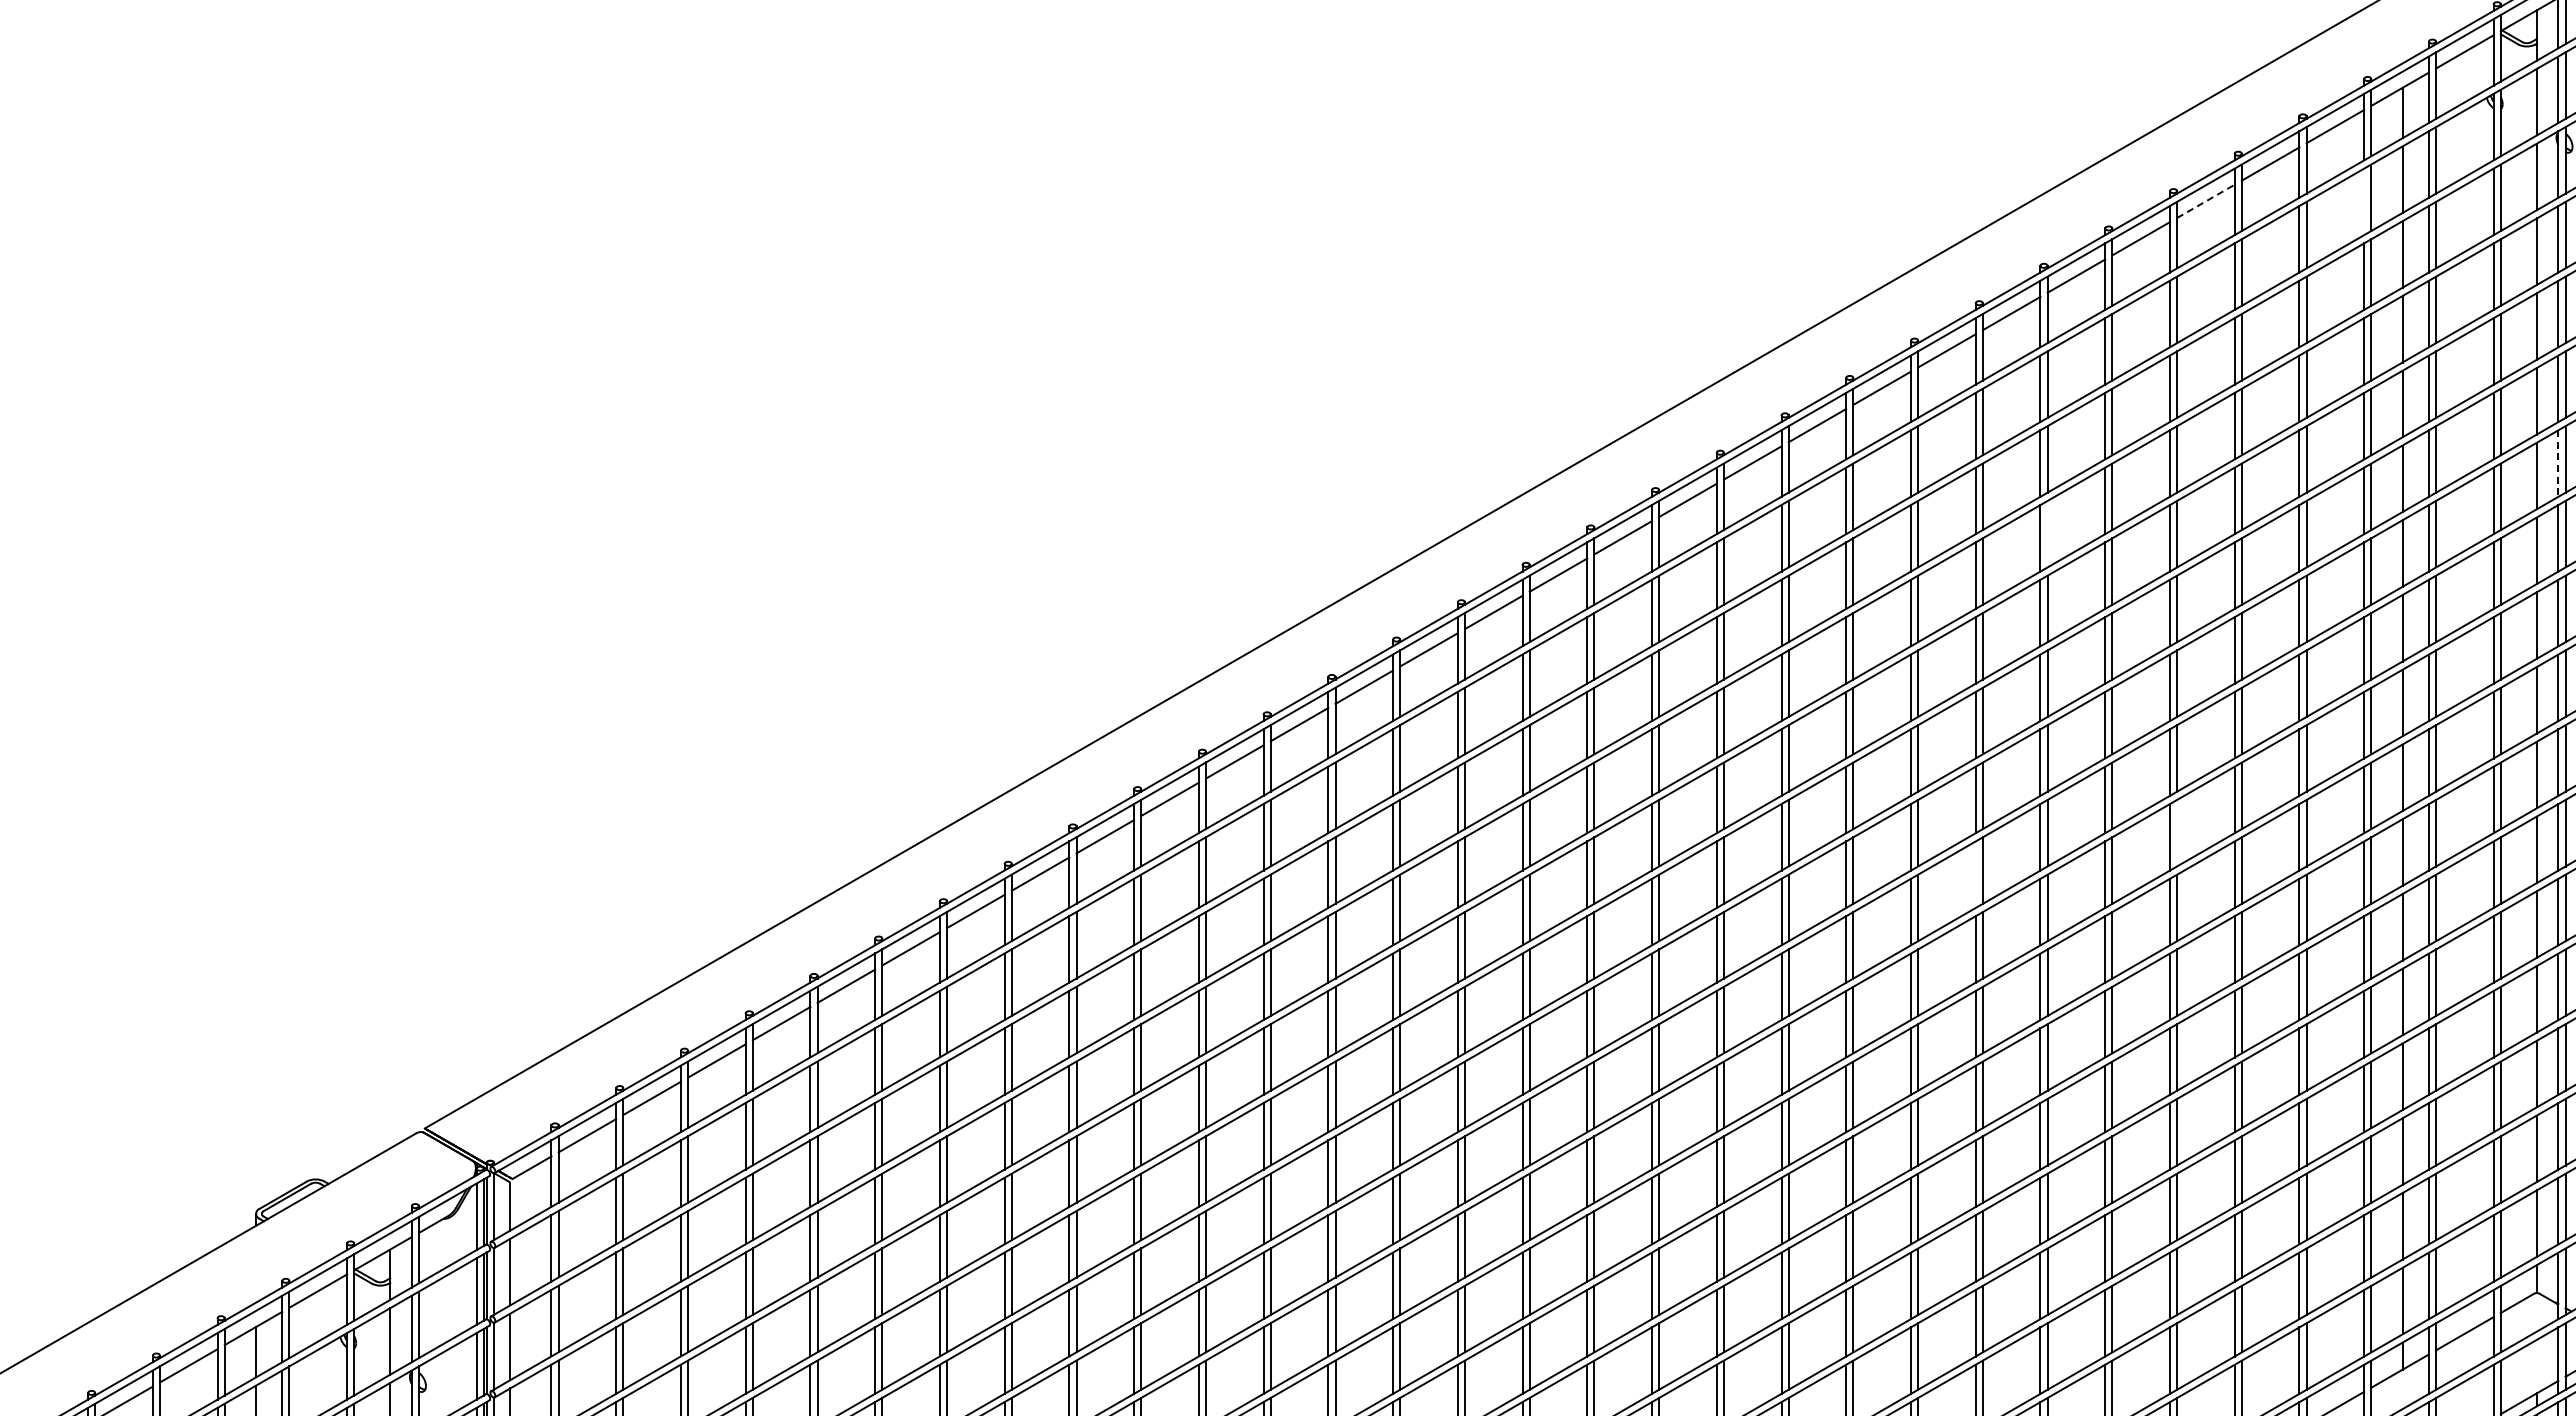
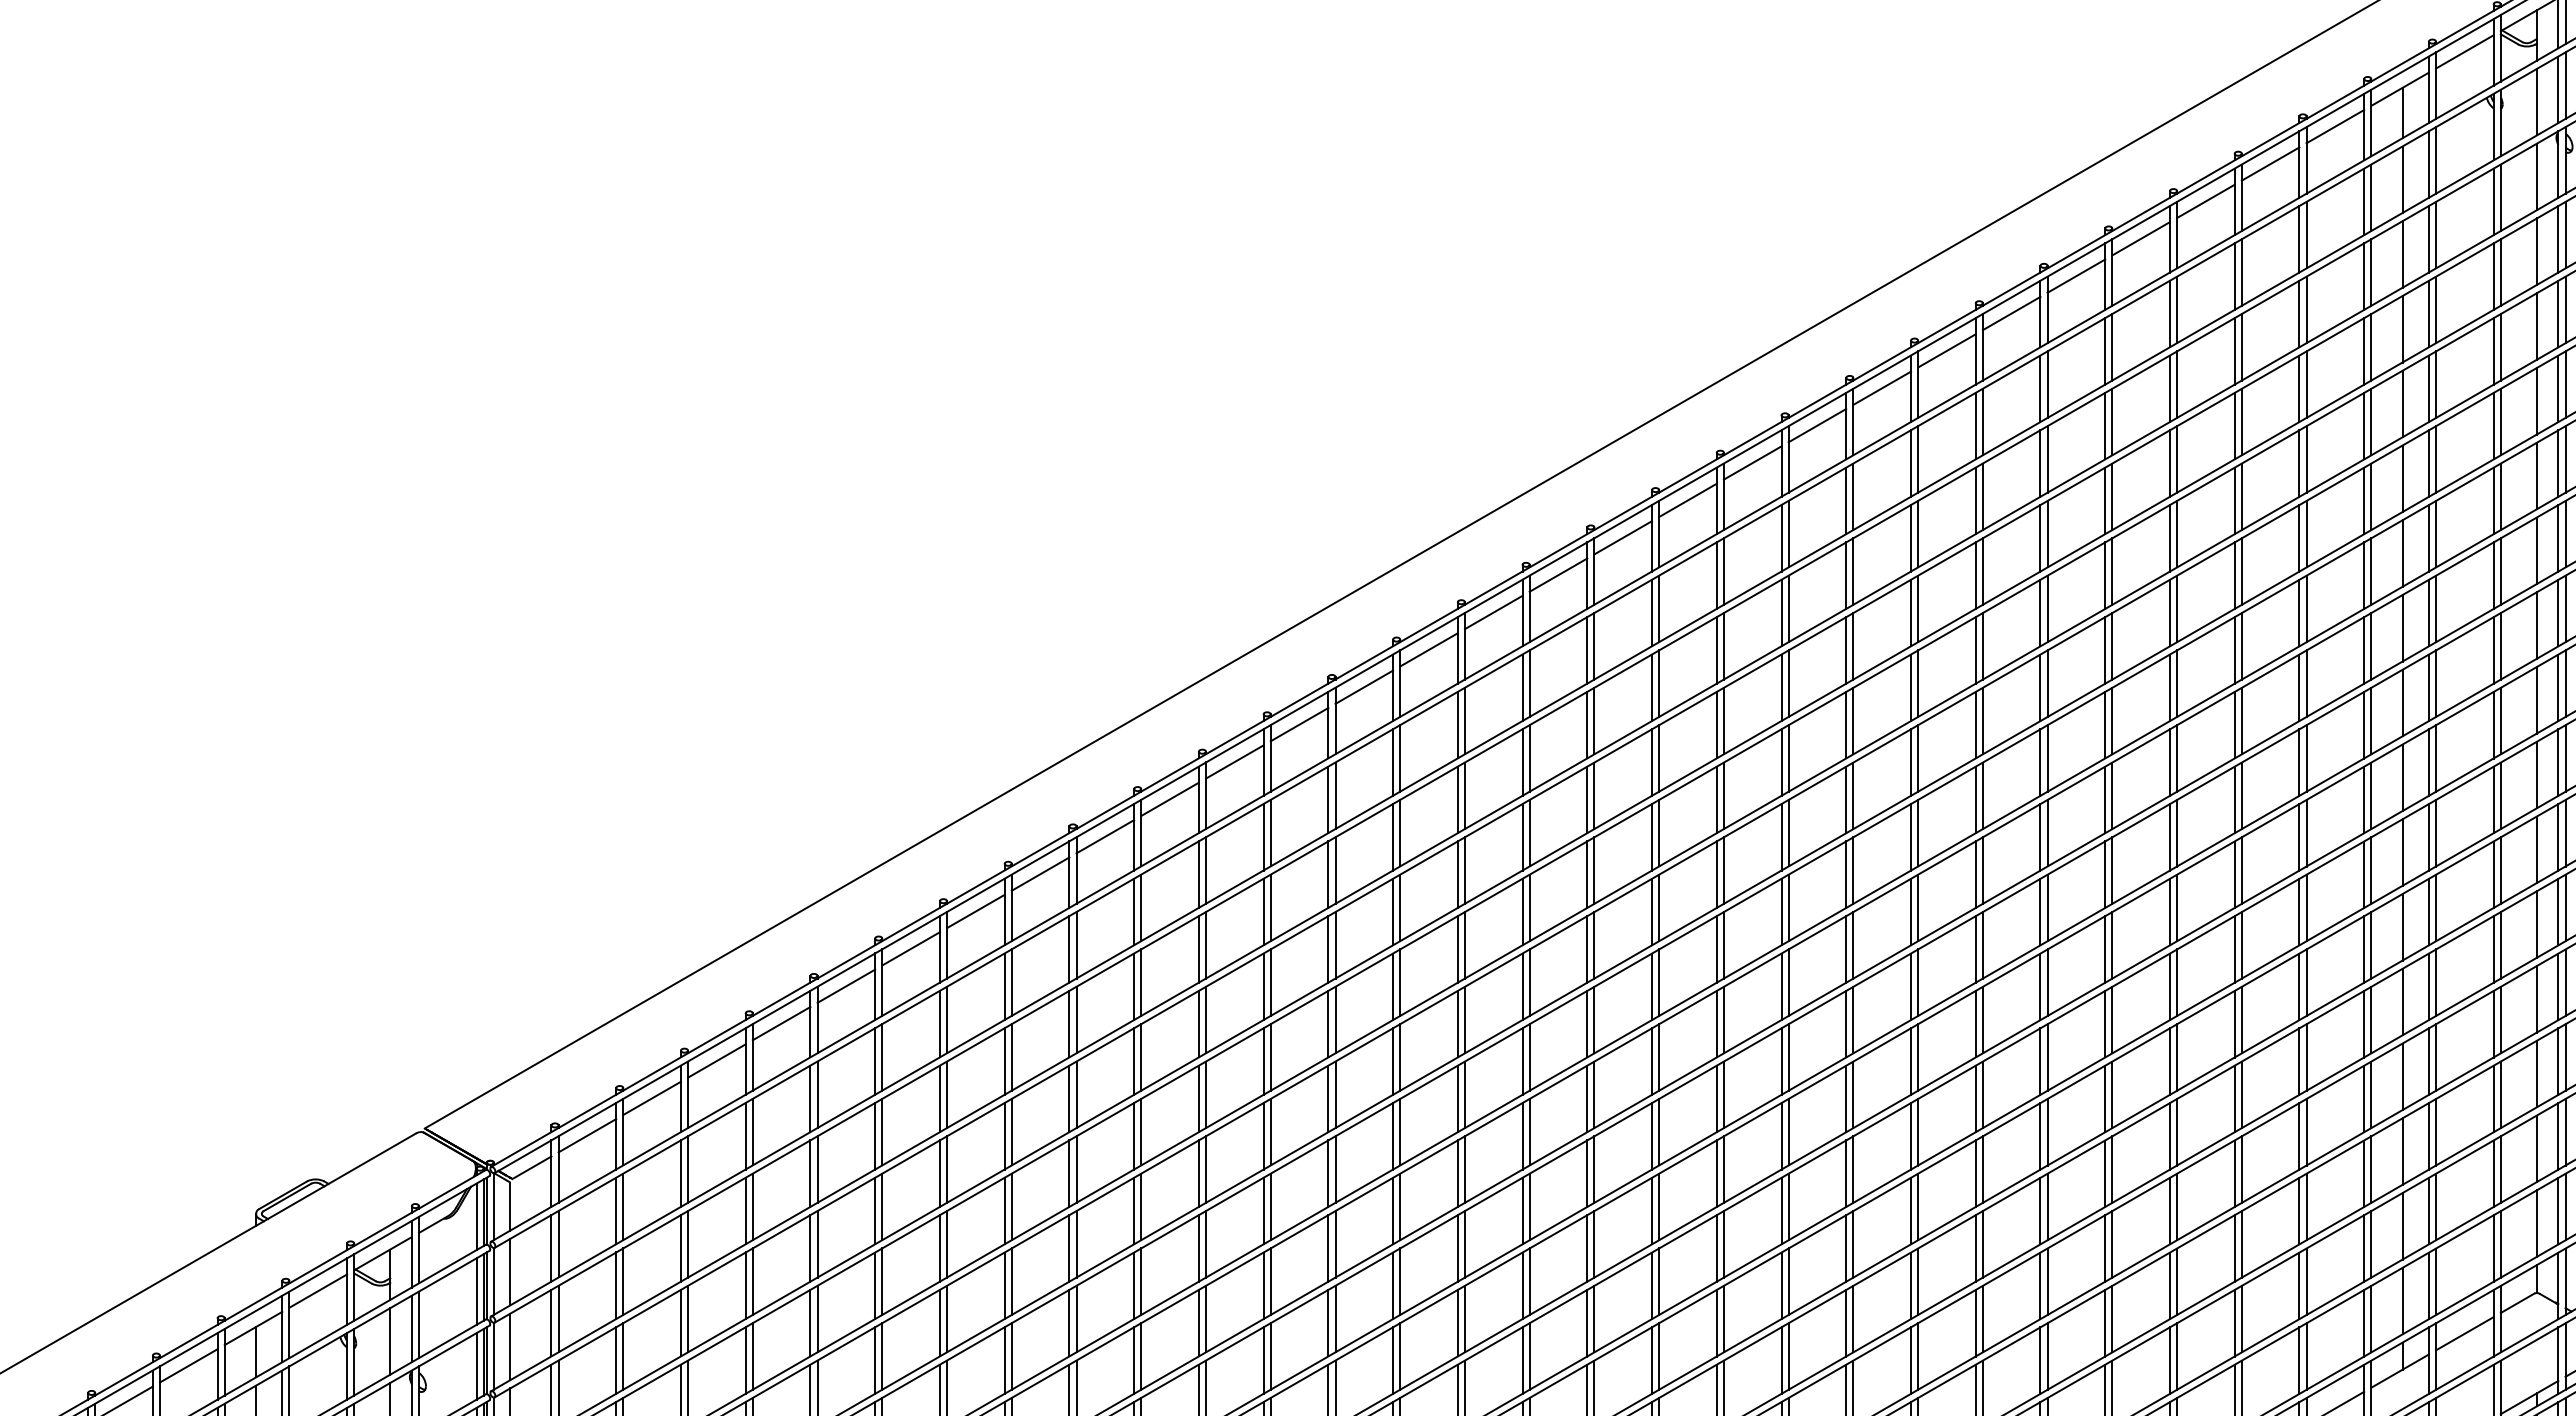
line at (2206, 201): dashed -> solid
line at (2364, 201): none -> present
line at (2558, 464): dashed -> solid
line at (2047, 533): none -> present
line at (2177, 832): none -> present
line at (1975, 874): none -> present
